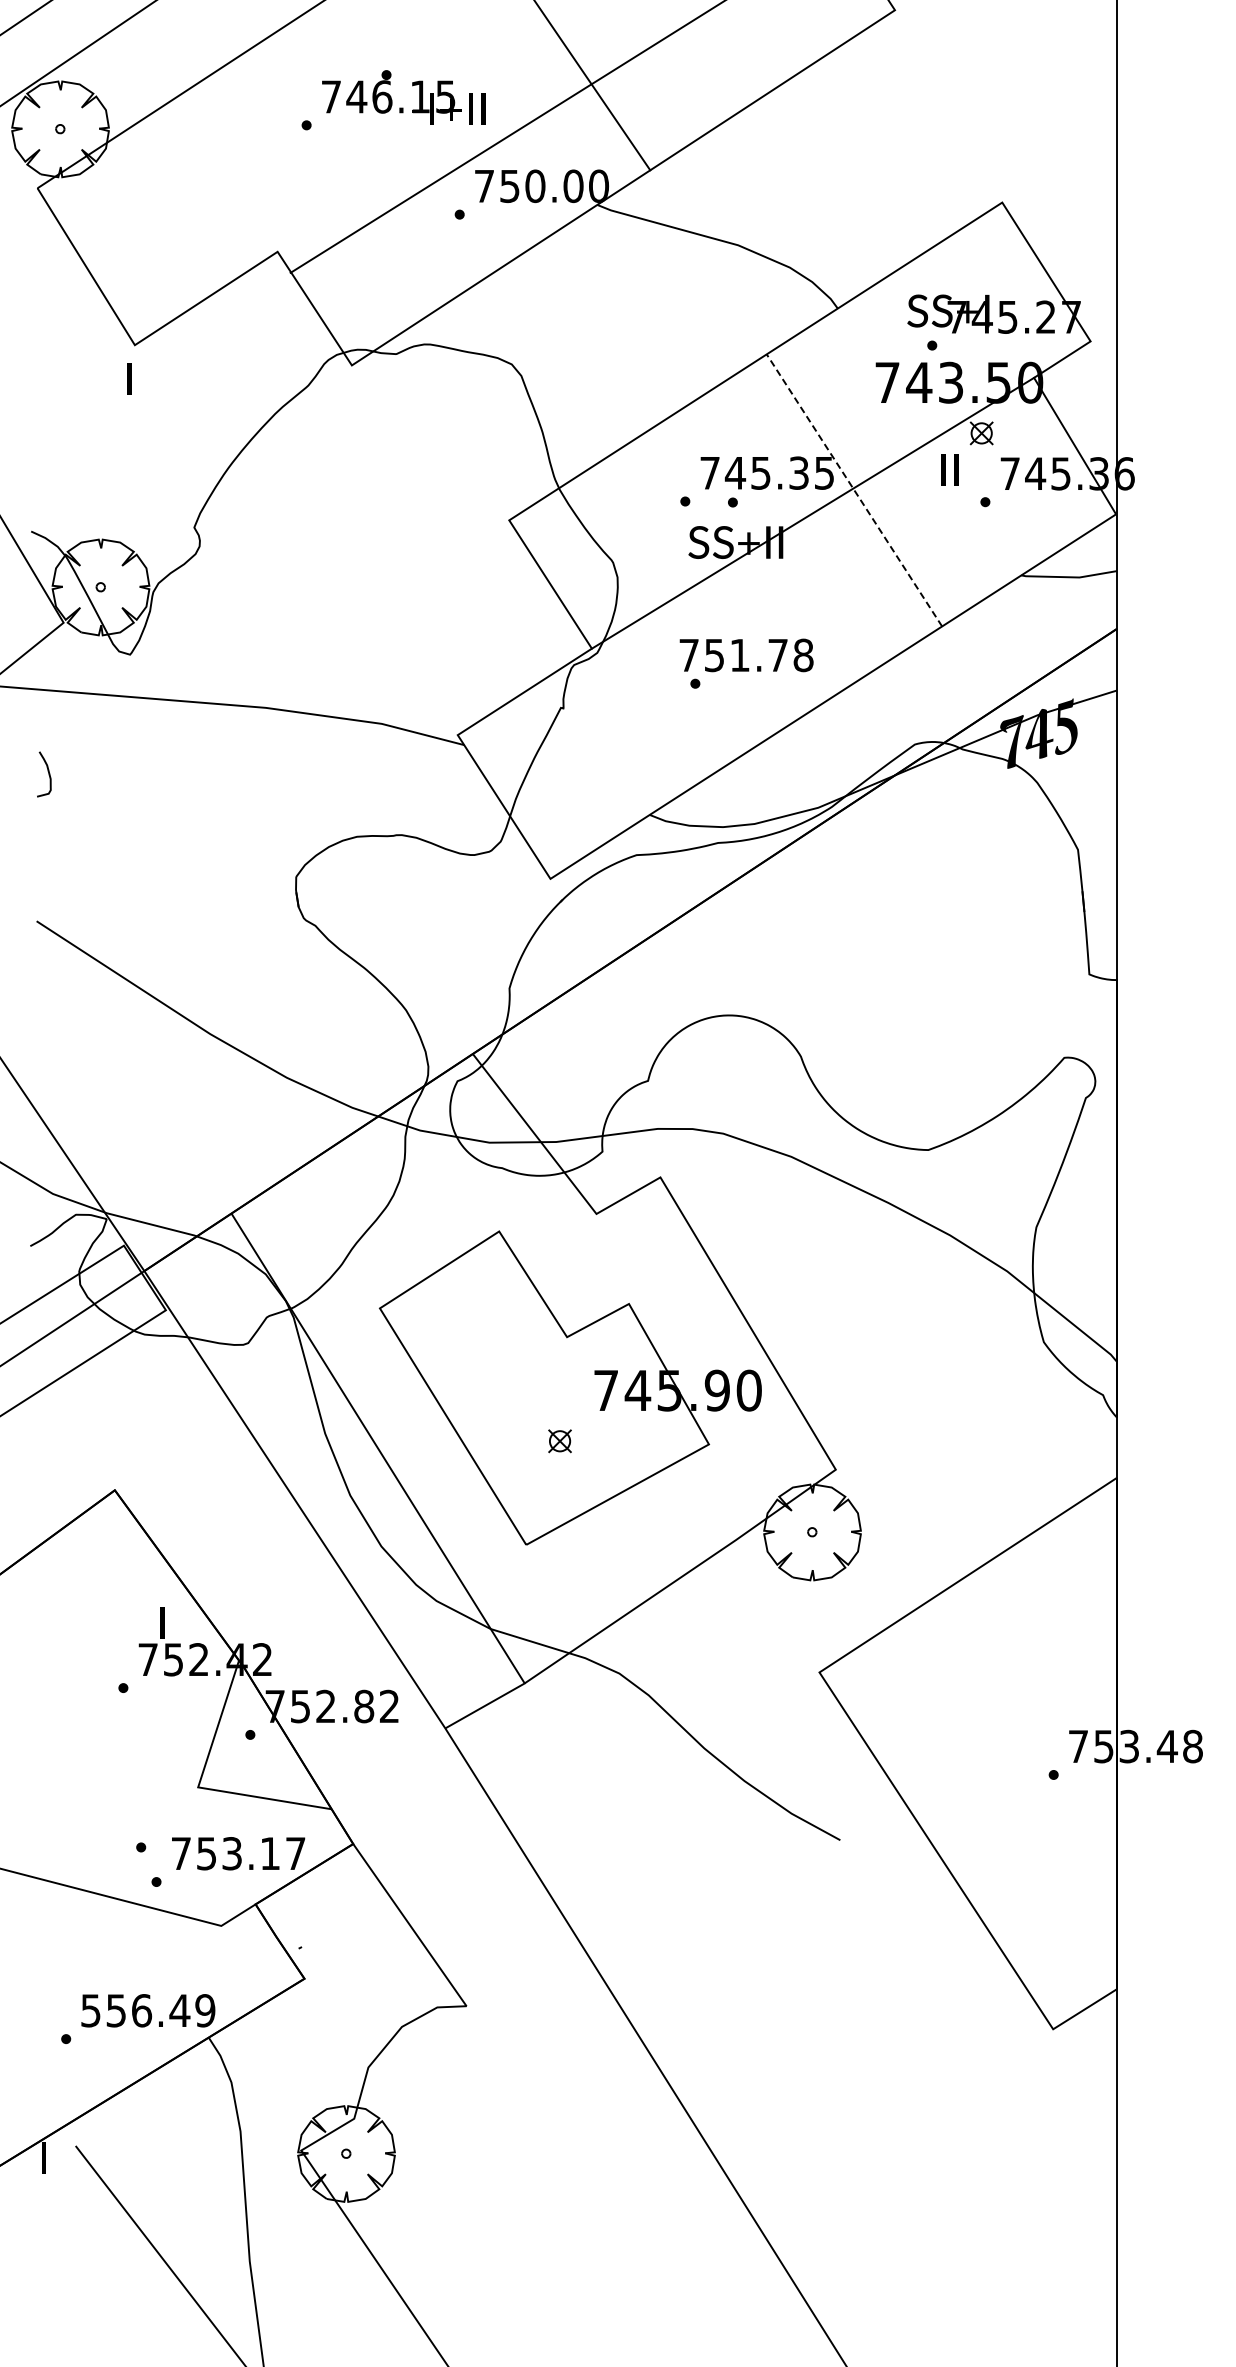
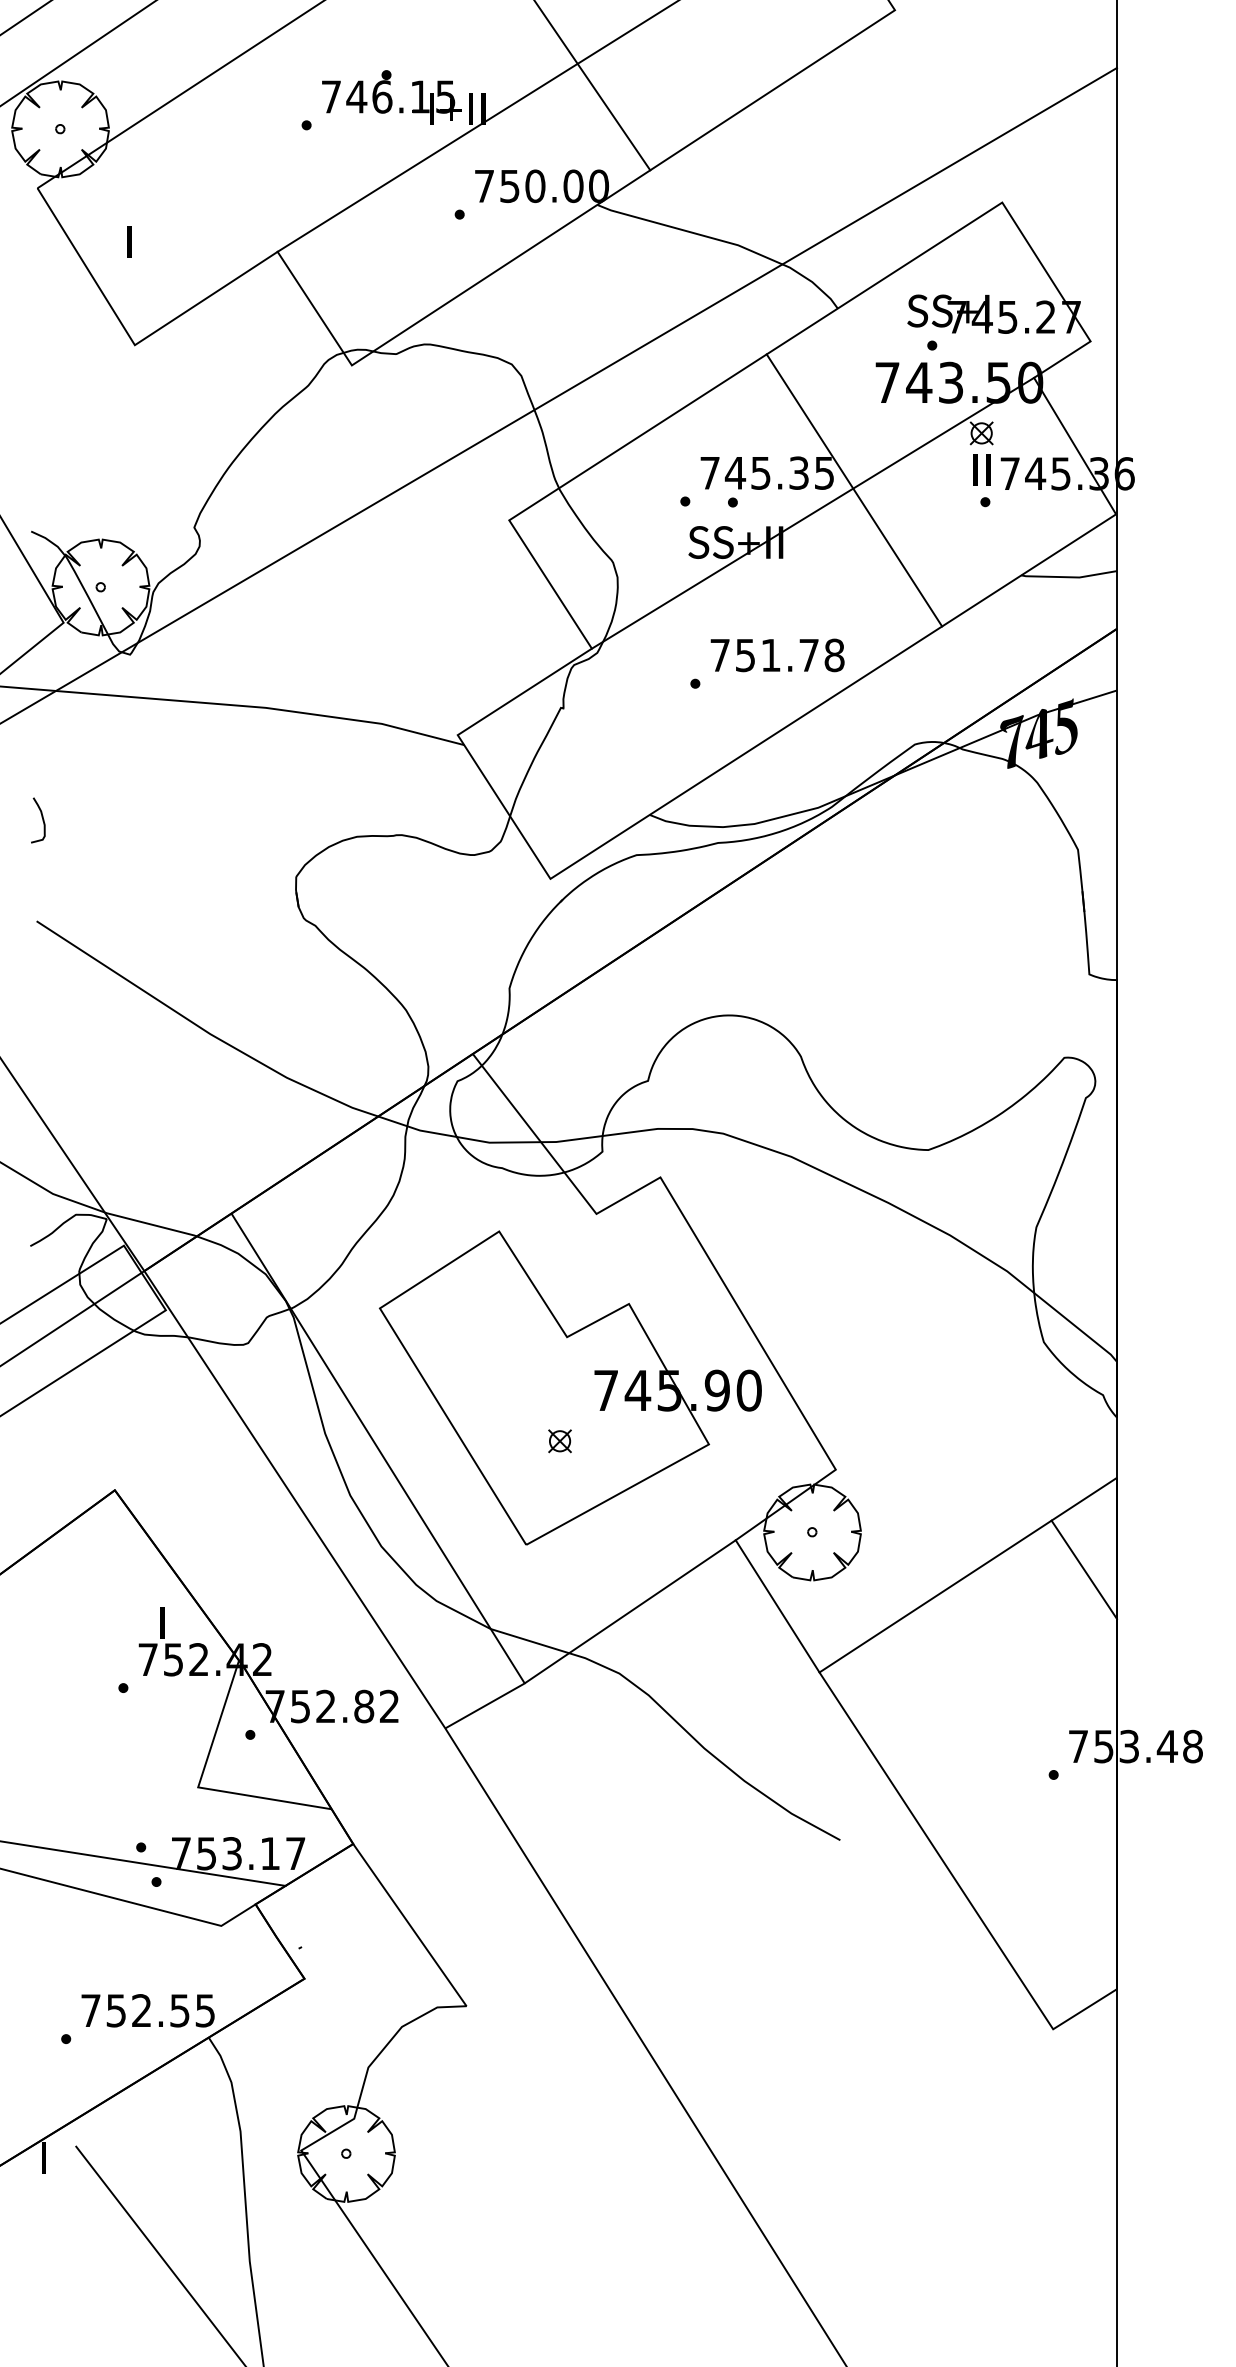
line at (506, 137) position: (506, 137) -> (476, 126)
text at (129, 378) position: (129, 378) -> (129, 241)
line at (559, 395): none -> present
text at (949, 469) position: (949, 469) -> (981, 469)
line at (854, 490): dashed -> solid
text at (746, 655) position: (746, 655) -> (777, 655)
curve at (48, 774) position: (48, 774) -> (42, 820)
line at (1083, 1569): none -> present
line at (777, 1606): none -> present
line at (143, 1863): none -> present
text at (148, 2010): 556.49 -> 752.55
